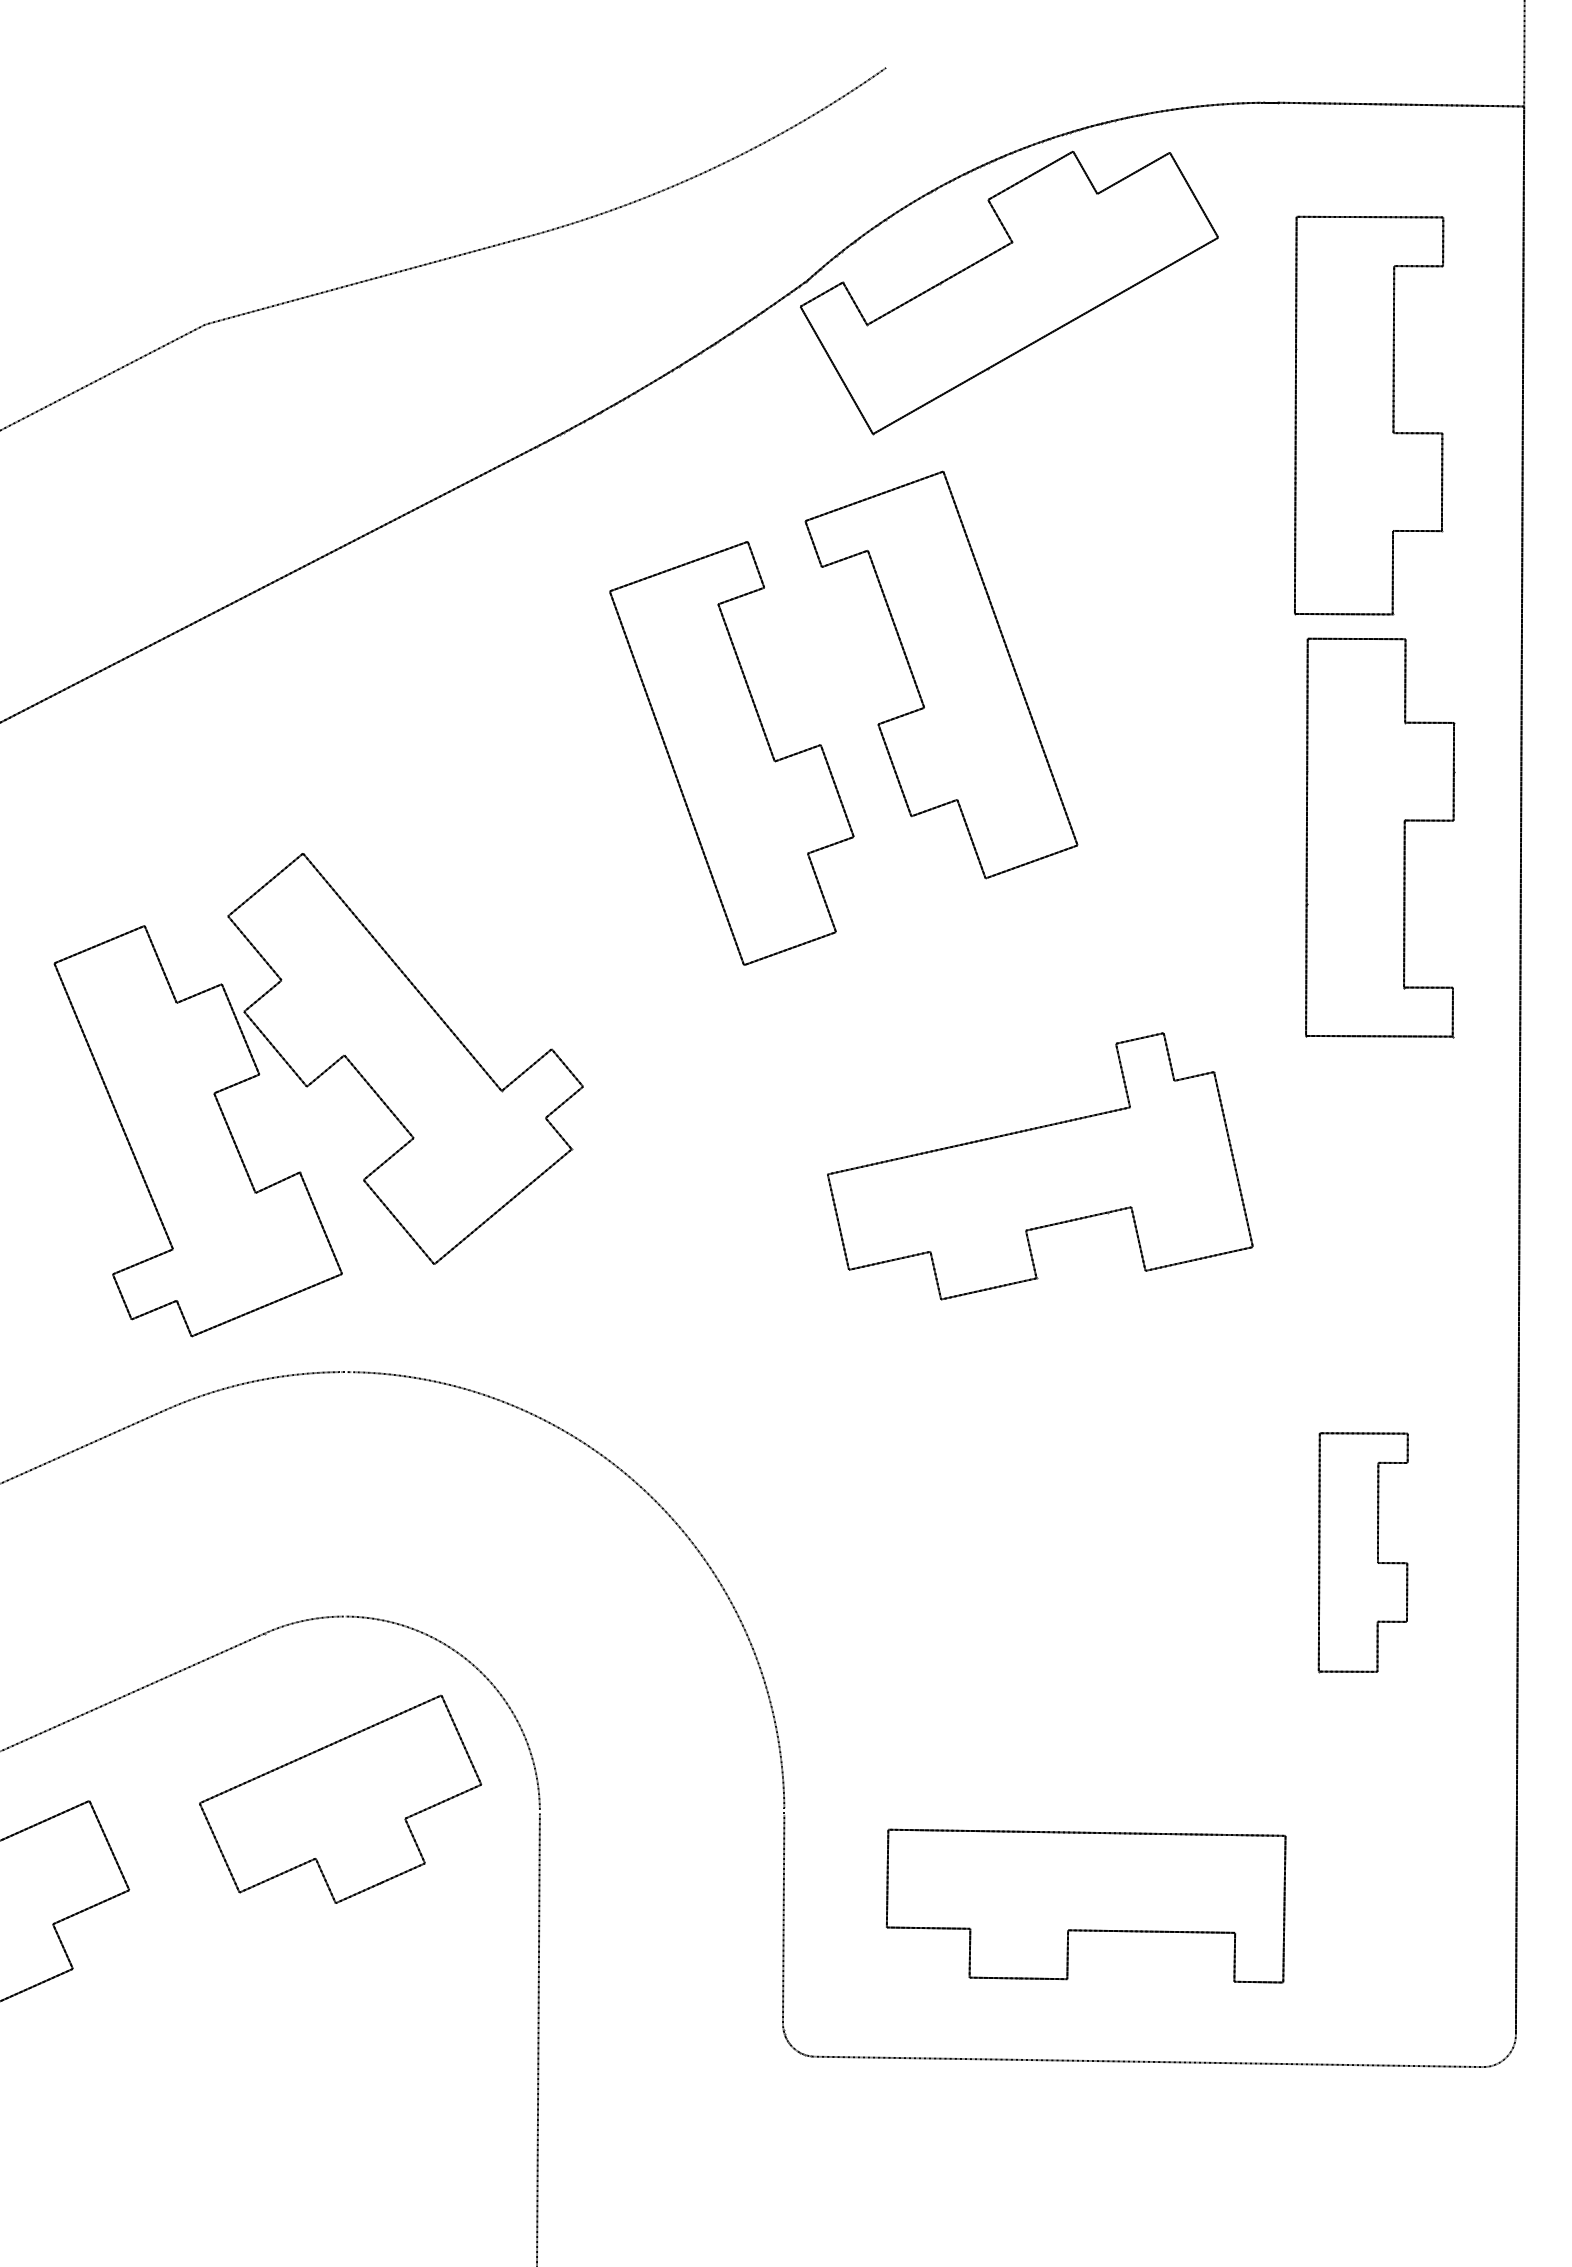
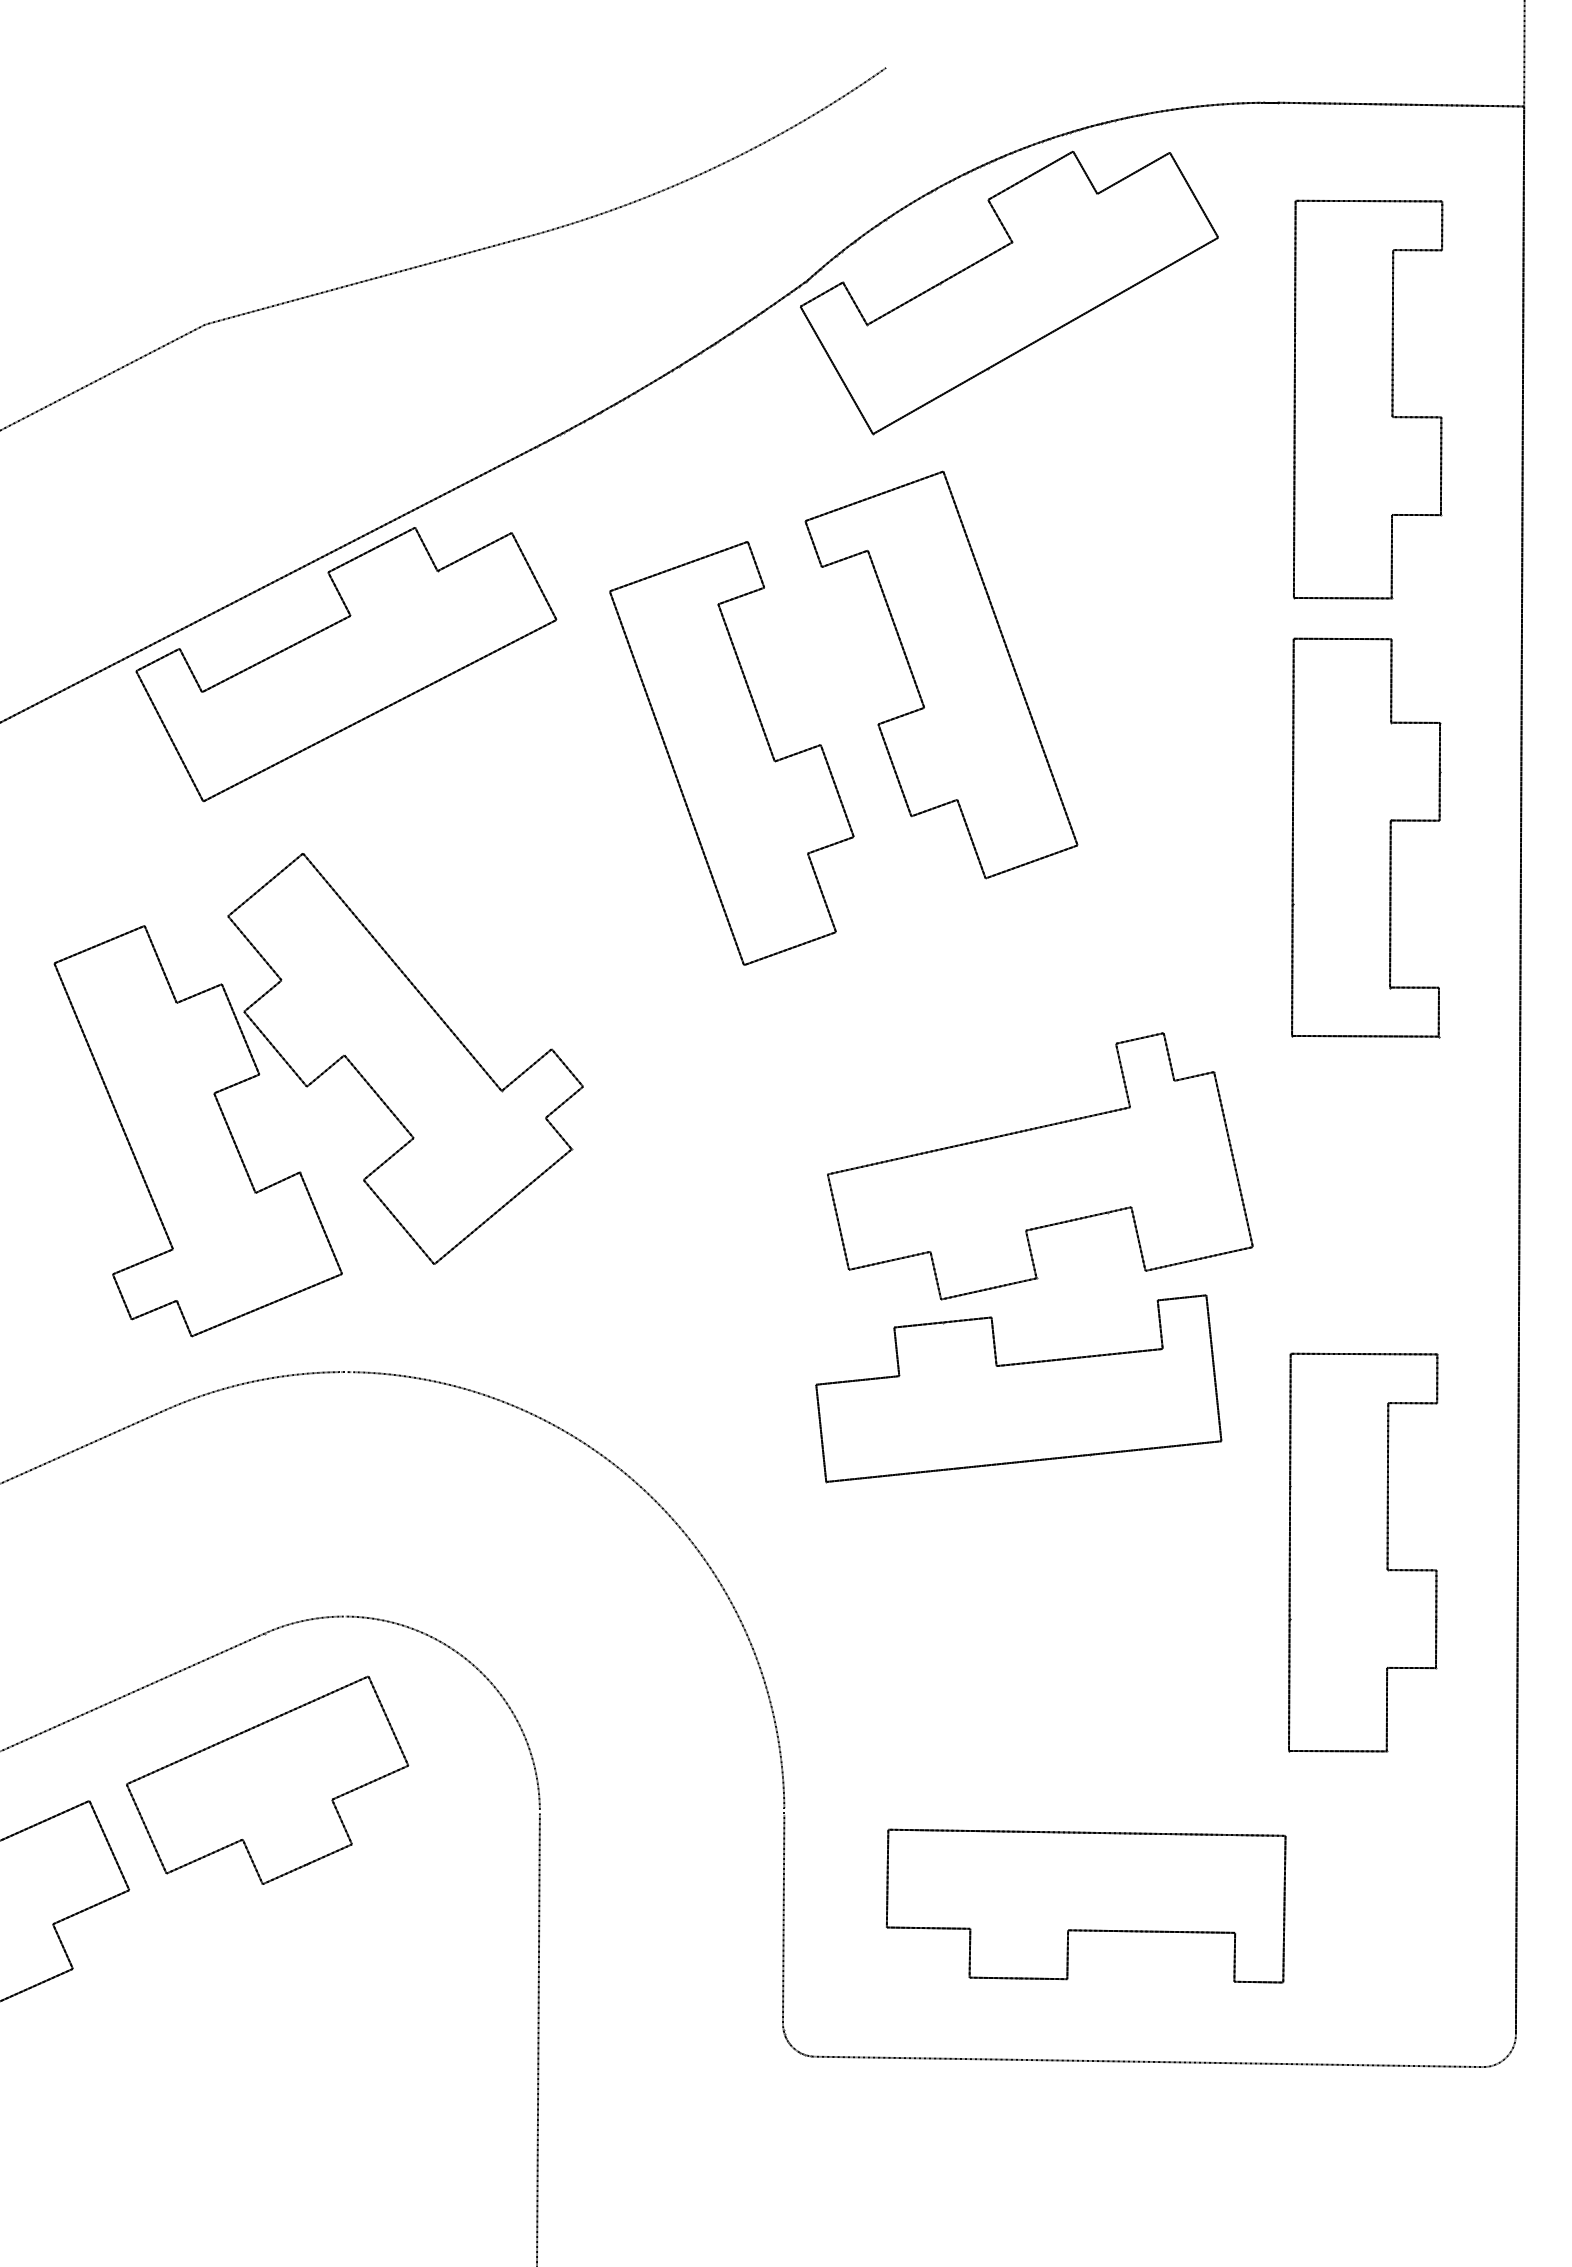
part at (1369, 415) position: (1369, 415) -> (1368, 399)
part at (346, 664): none -> present
part at (1380, 837) position: (1380, 837) -> (1366, 837)
part at (1018, 1388): none -> present
part at (1362, 1552) size: 92x242 px -> 151x401 px
part at (340, 1798) position: (340, 1798) -> (267, 1779)
